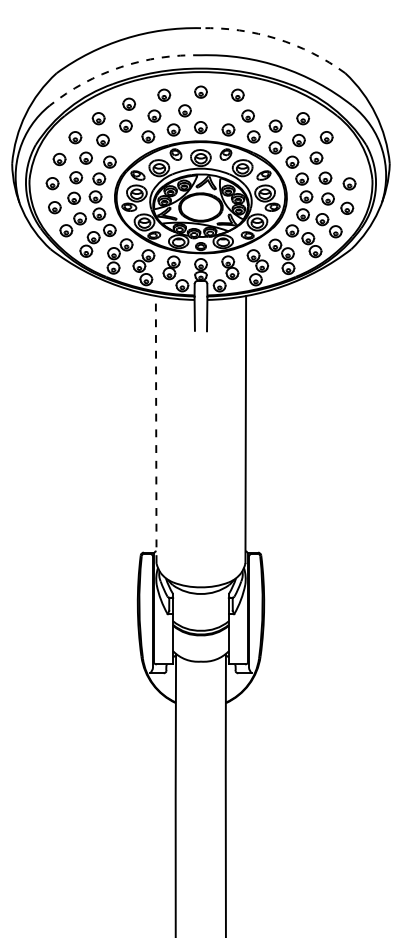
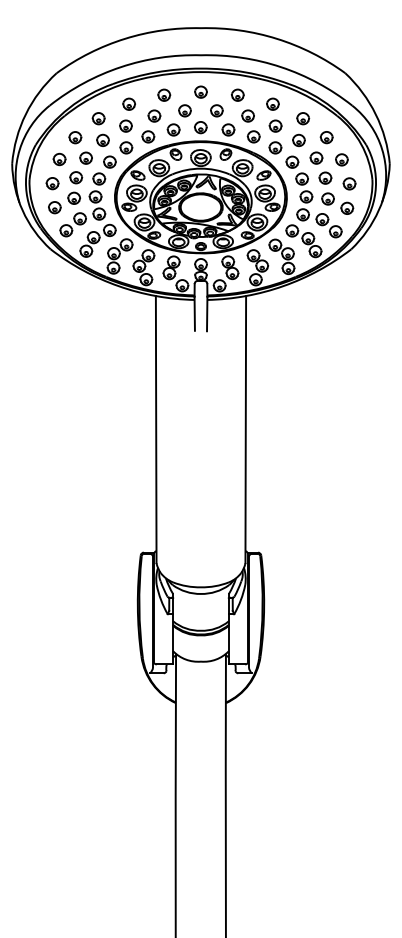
arc at (276, 38): dashed -> solid
arc at (120, 67): dashed -> solid
part at (272, 103): none -> present
part at (216, 110): none -> present
part at (126, 147): none -> present
part at (341, 159): none -> present
line at (156, 429): dashed -> solid
